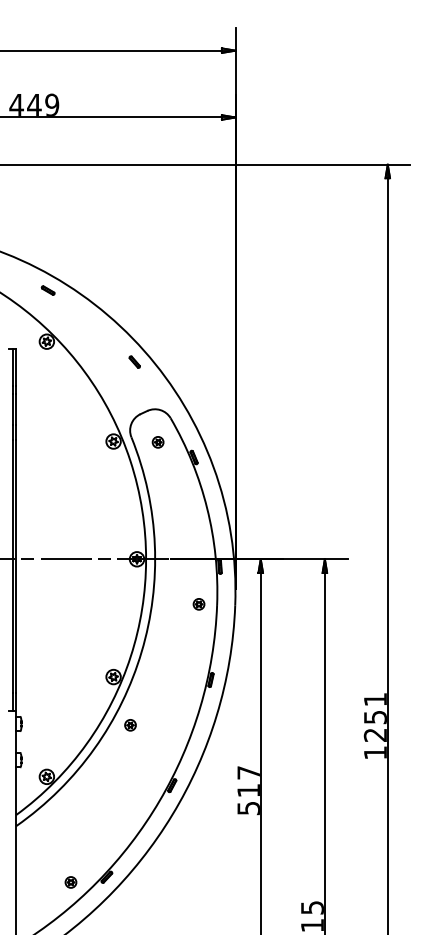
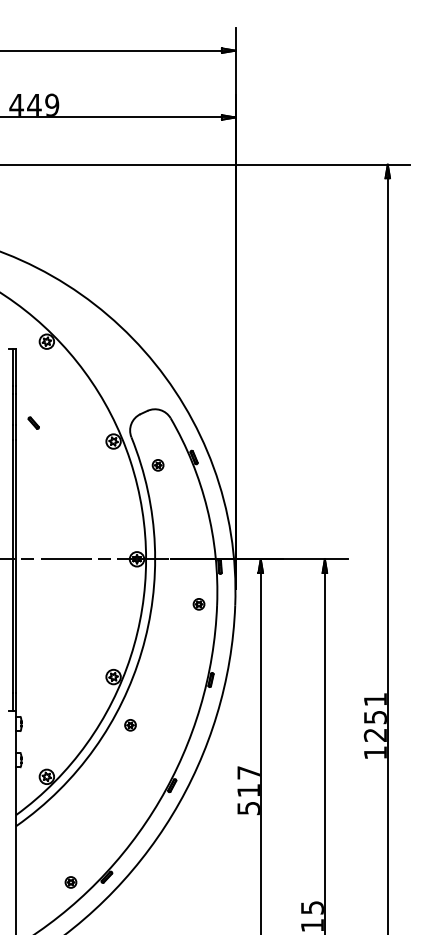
part at (47, 290): present -> none
part at (134, 361) position: (134, 361) -> (33, 422)
part at (157, 442) position: (157, 442) -> (157, 465)
